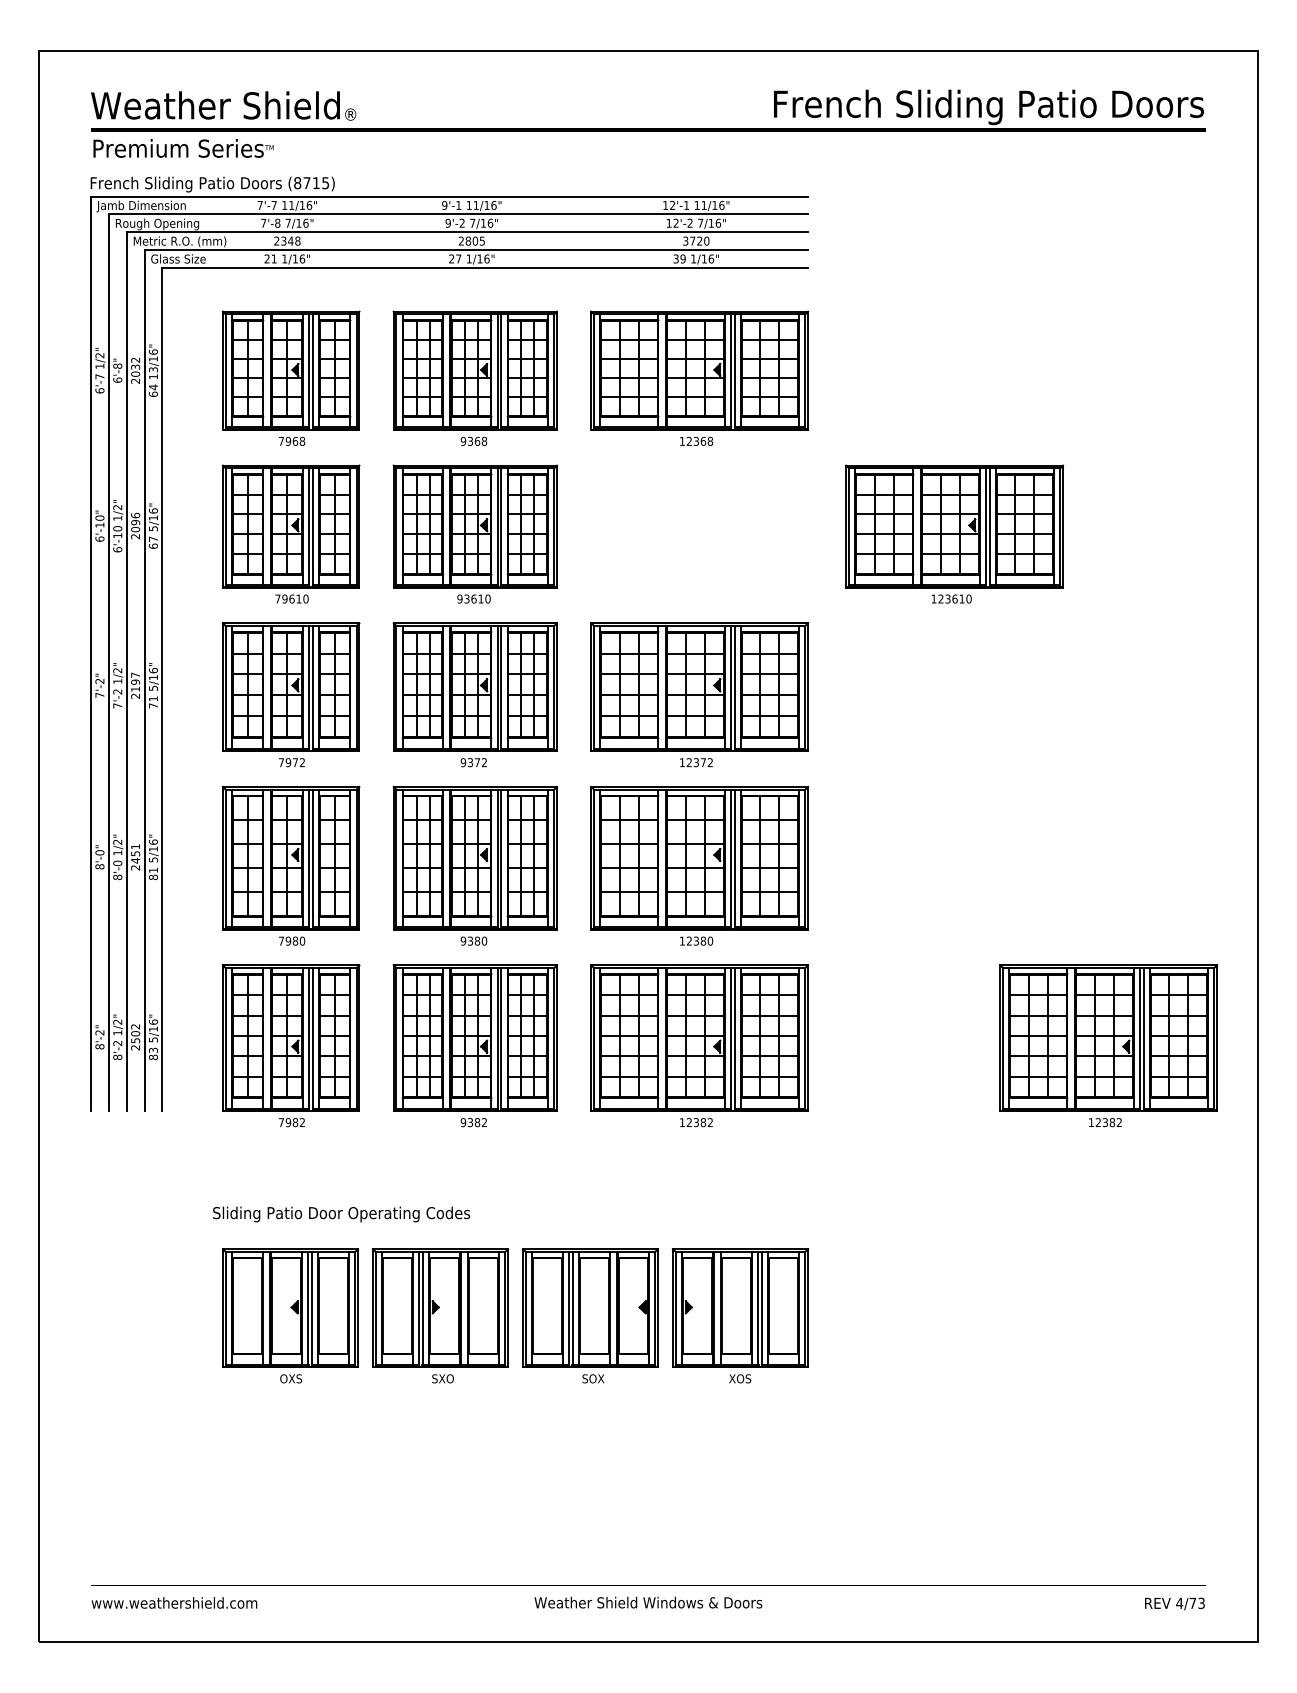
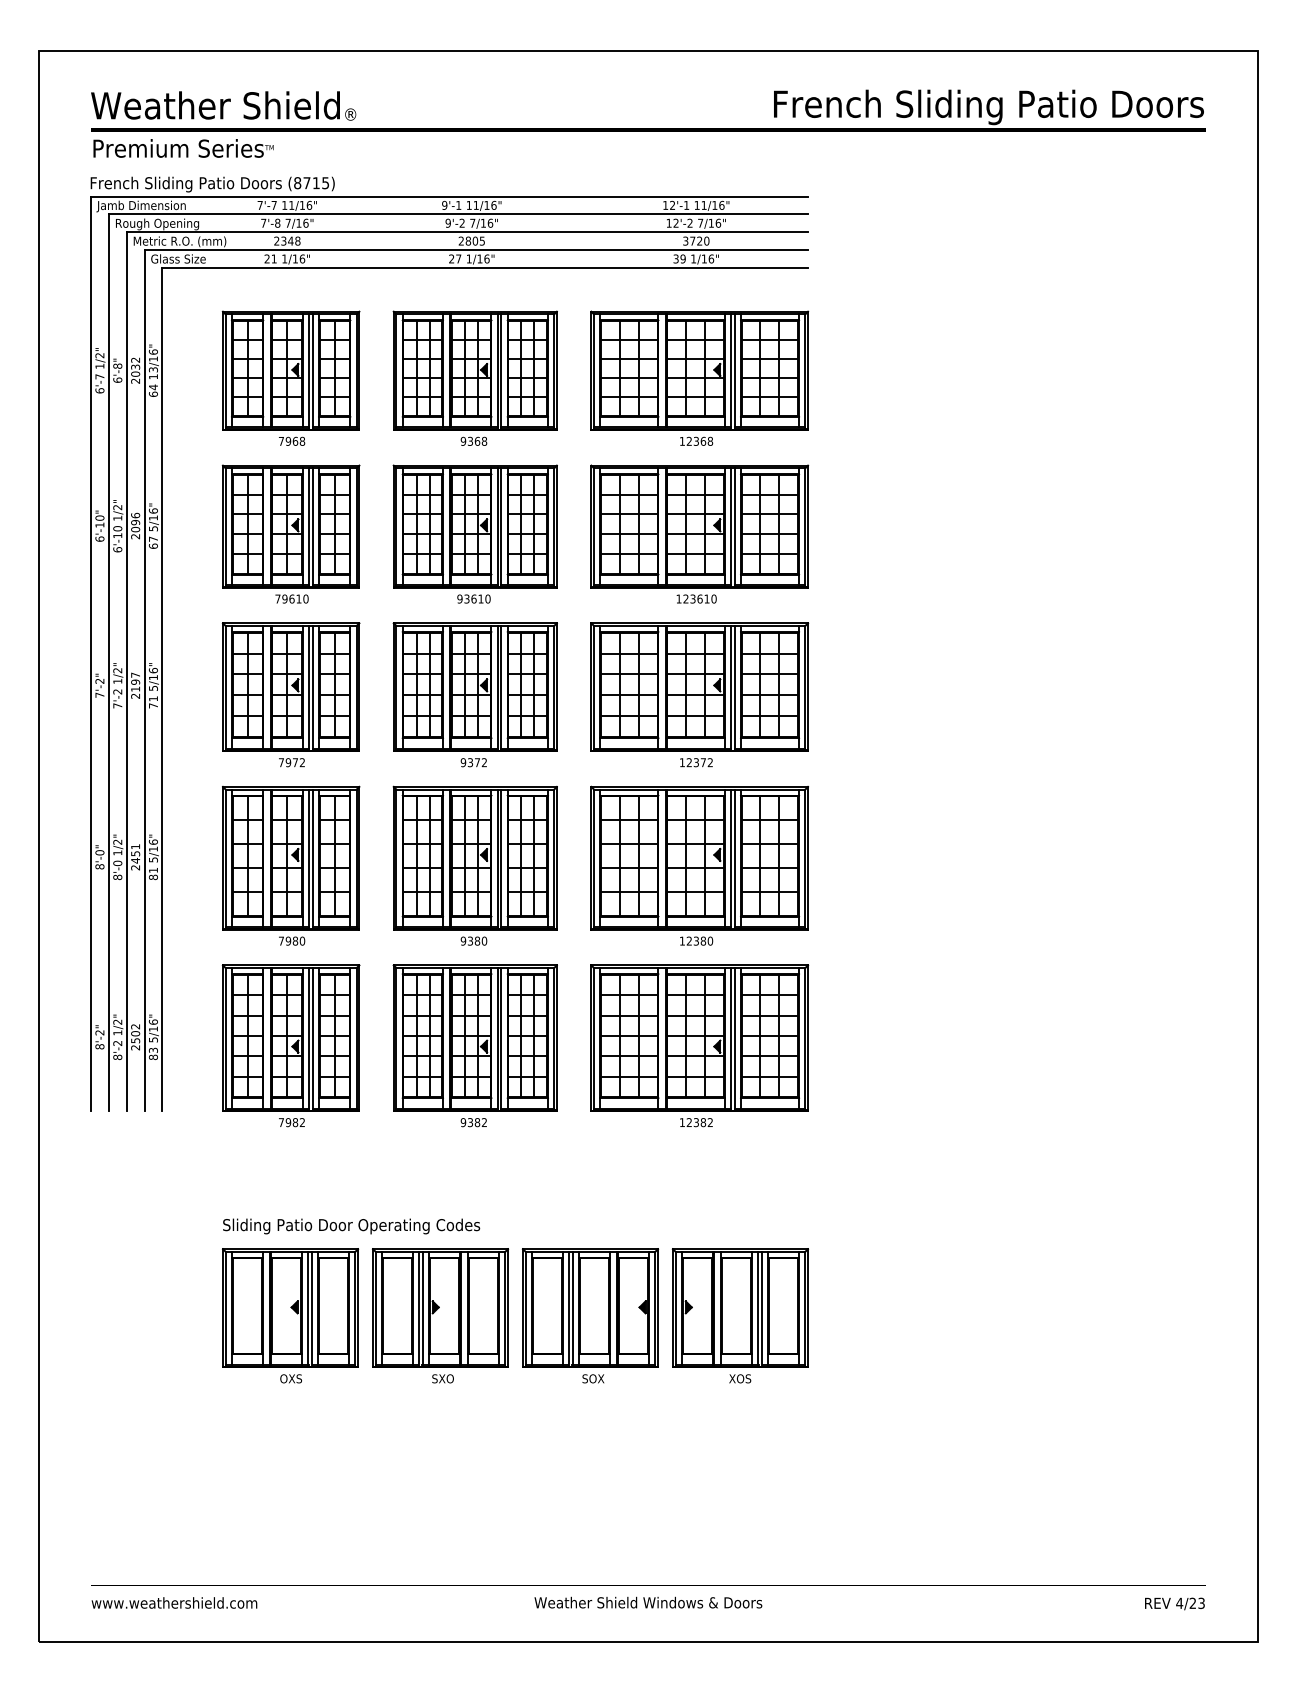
part at (954, 533) position: (954, 533) -> (699, 533)
part at (1108, 1045): present -> none
text at (341, 1214) position: (341, 1214) -> (351, 1226)
text at (1192, 1602): 4/73 -> 4/23
